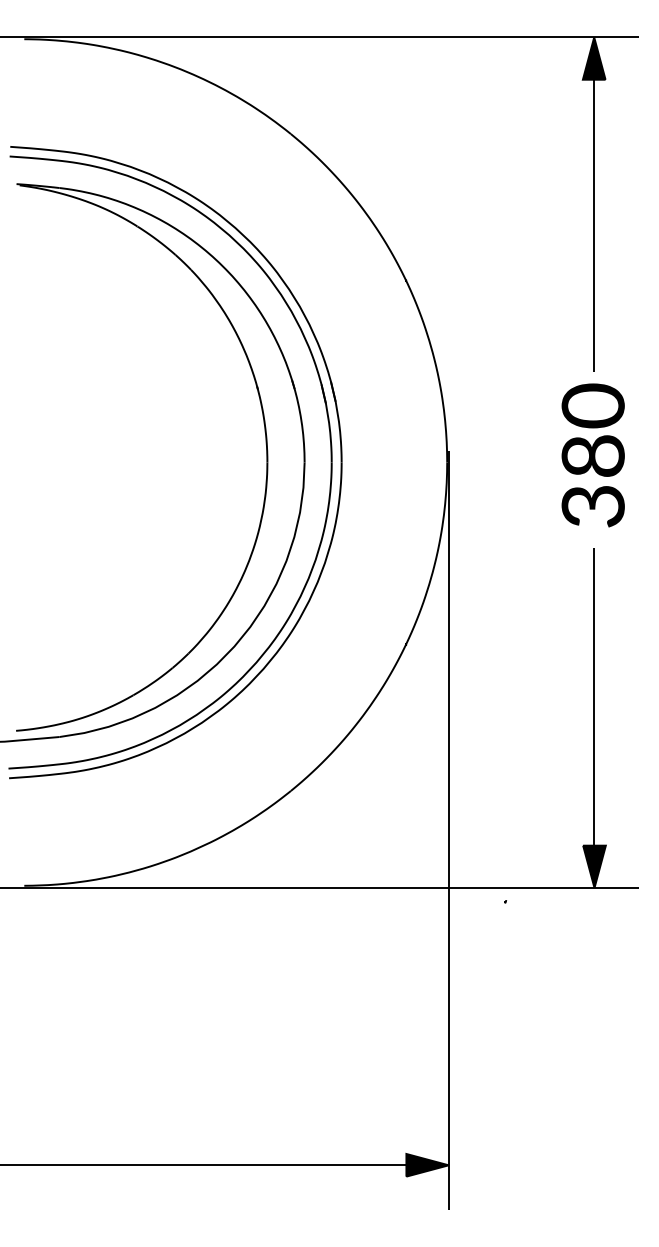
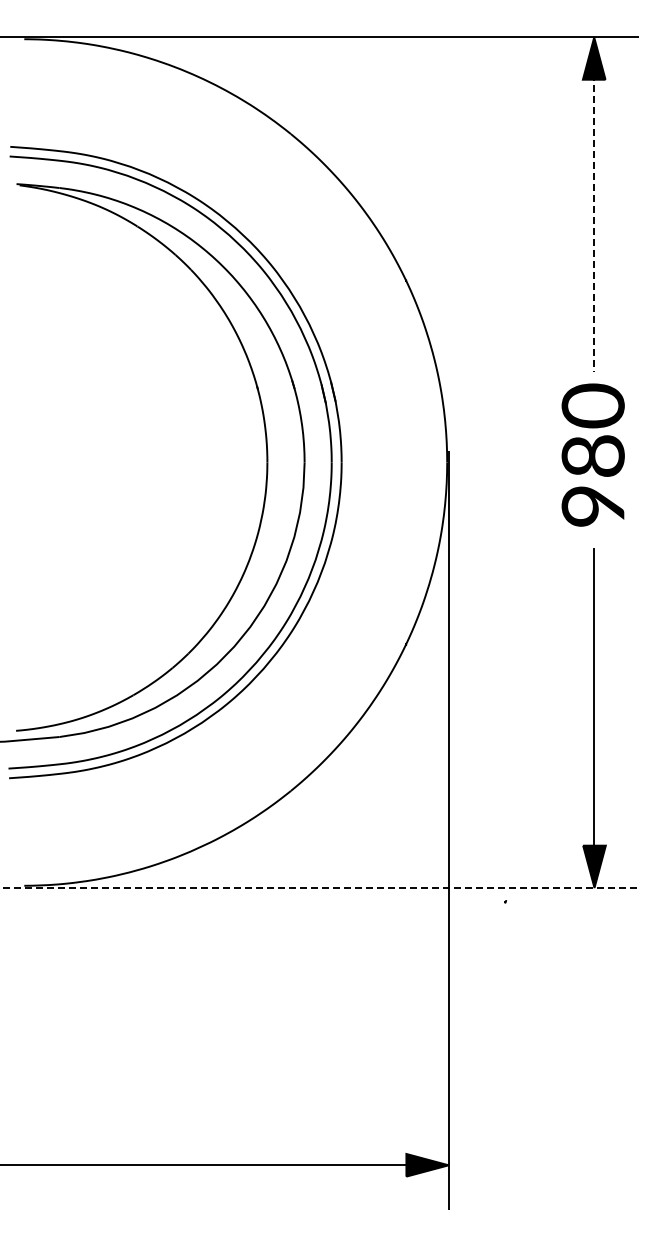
line at (594, 217): solid -> dashed
text at (592, 506): 380 -> 980
line at (320, 887): solid -> dashed
